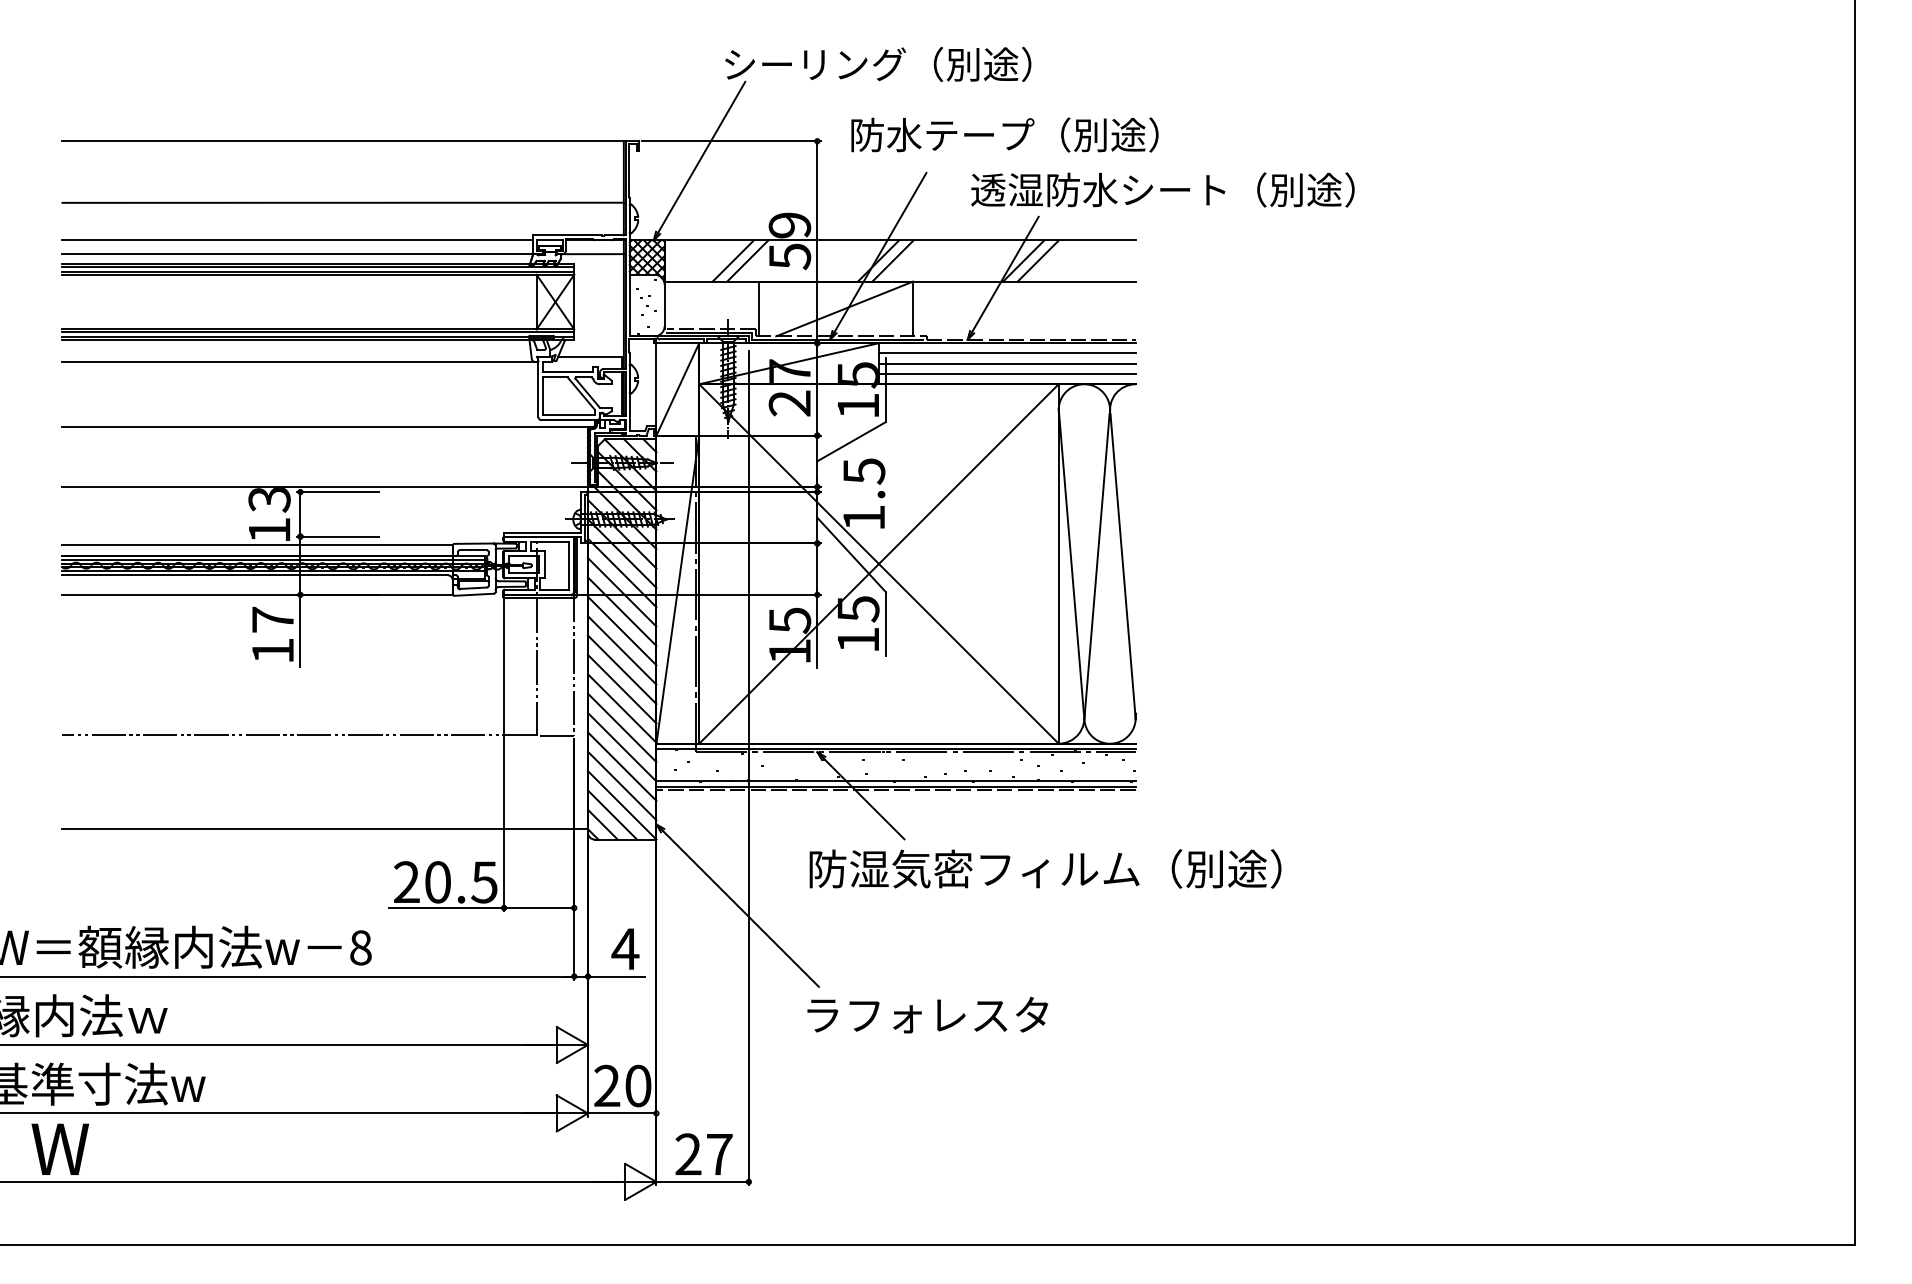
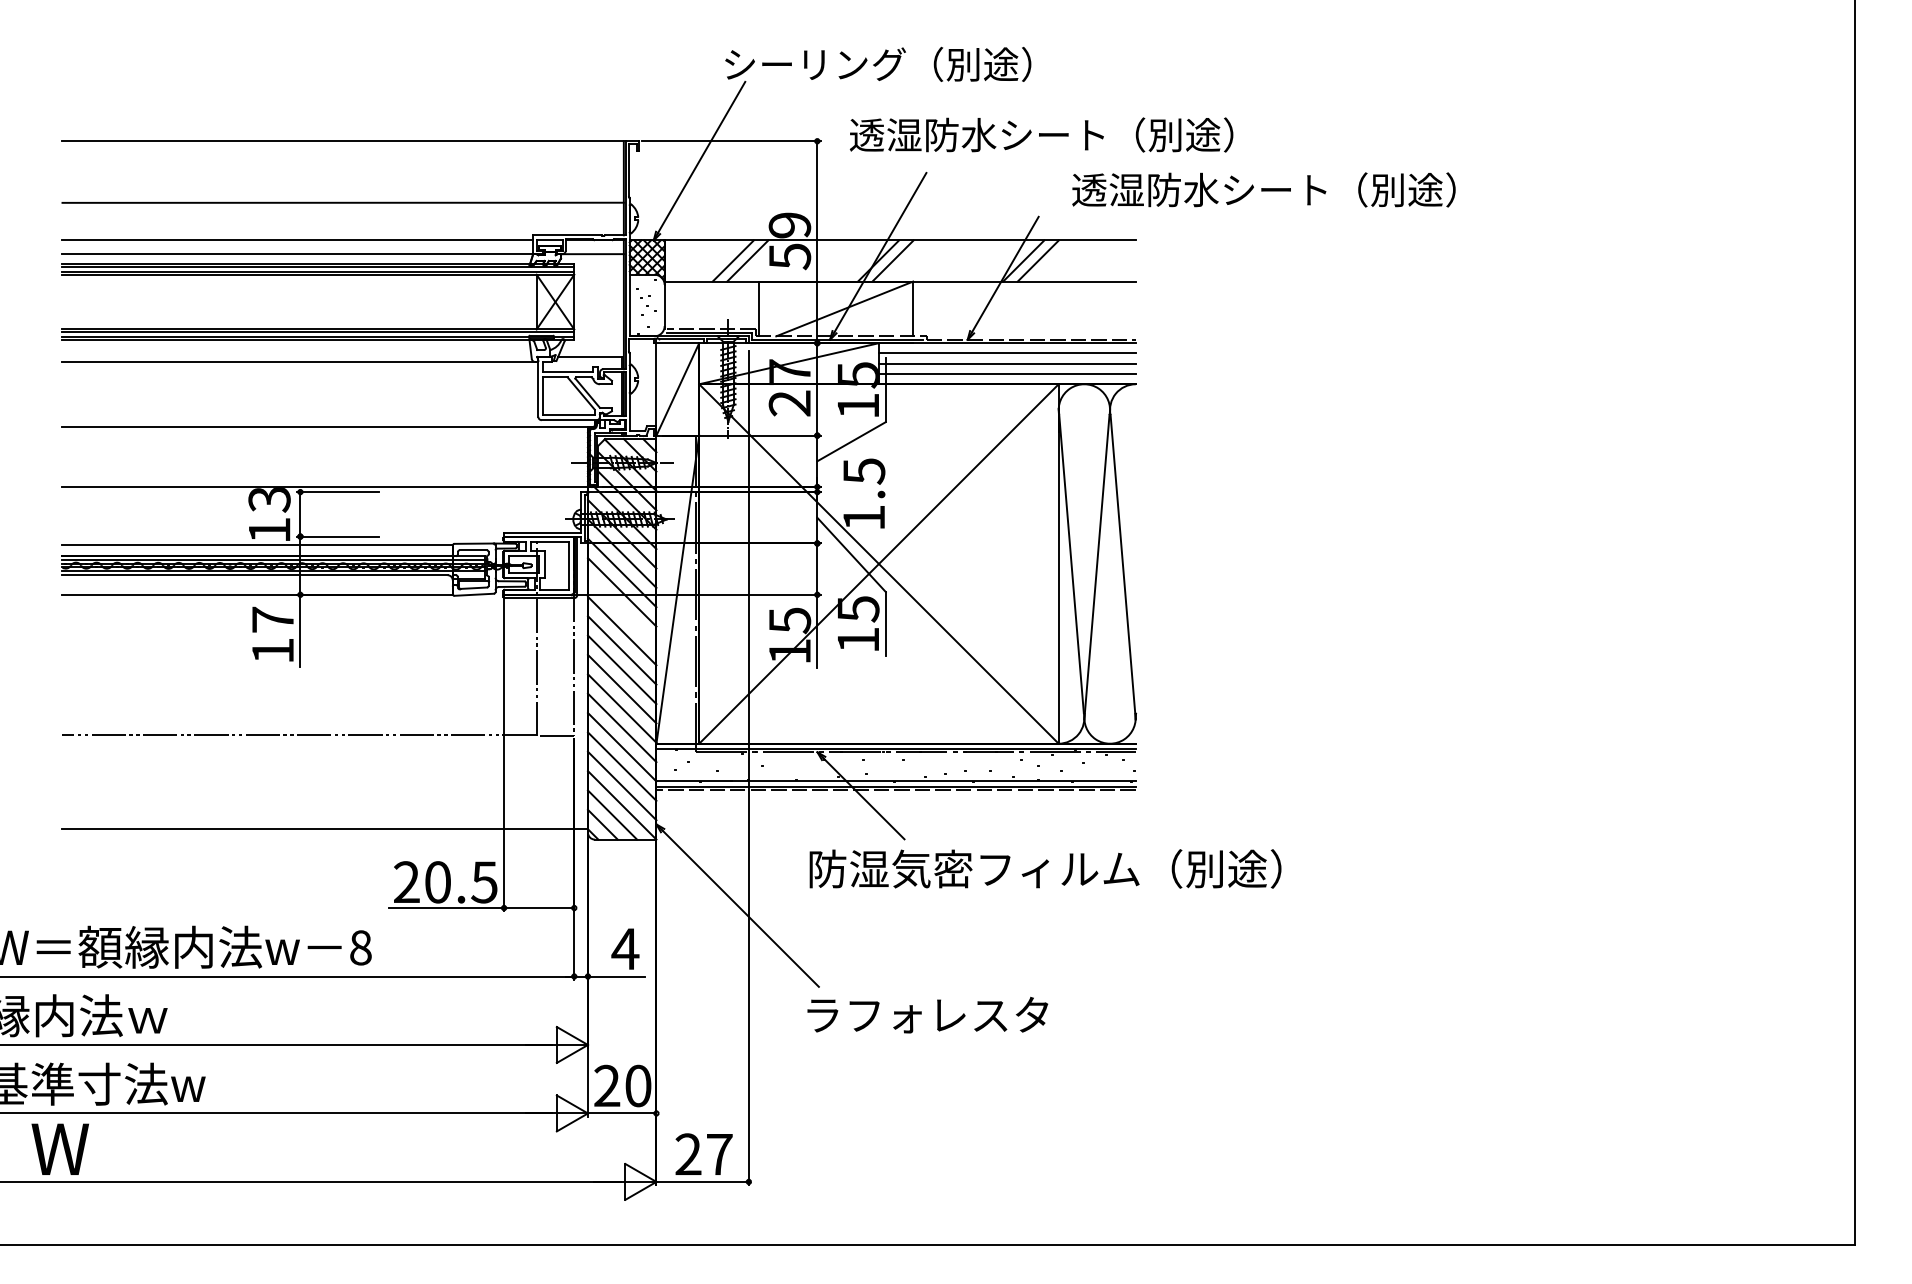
text at (1041, 134): 防水テープ（別途） -> 透湿防水シート（別途）
text at (1162, 189) position: (1162, 189) -> (1263, 189)
line at (621, 611): present -> none
